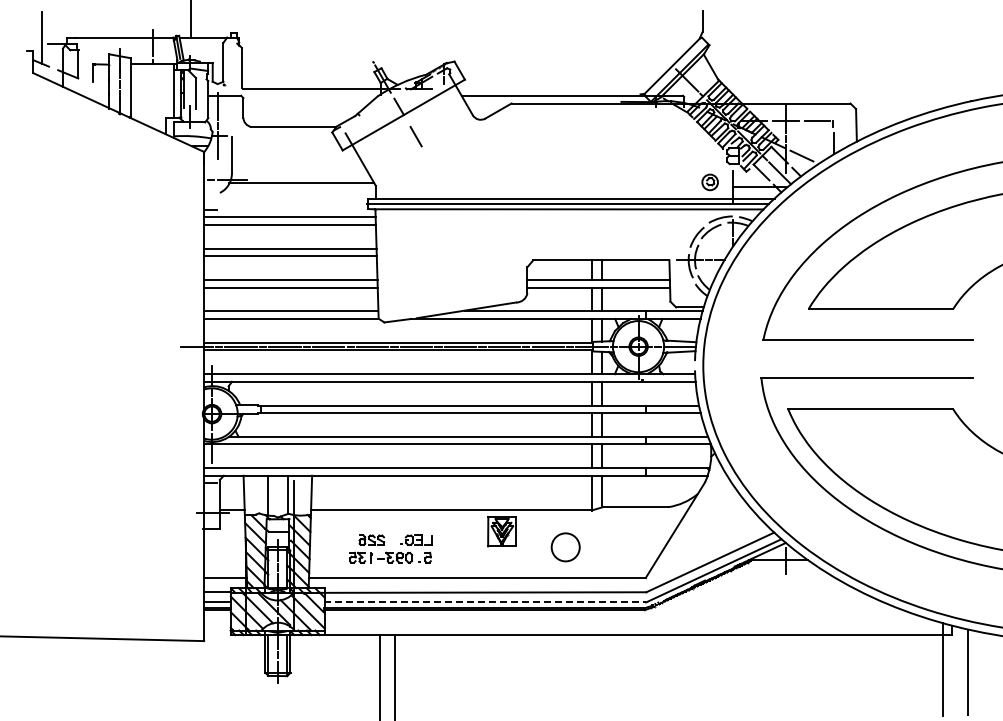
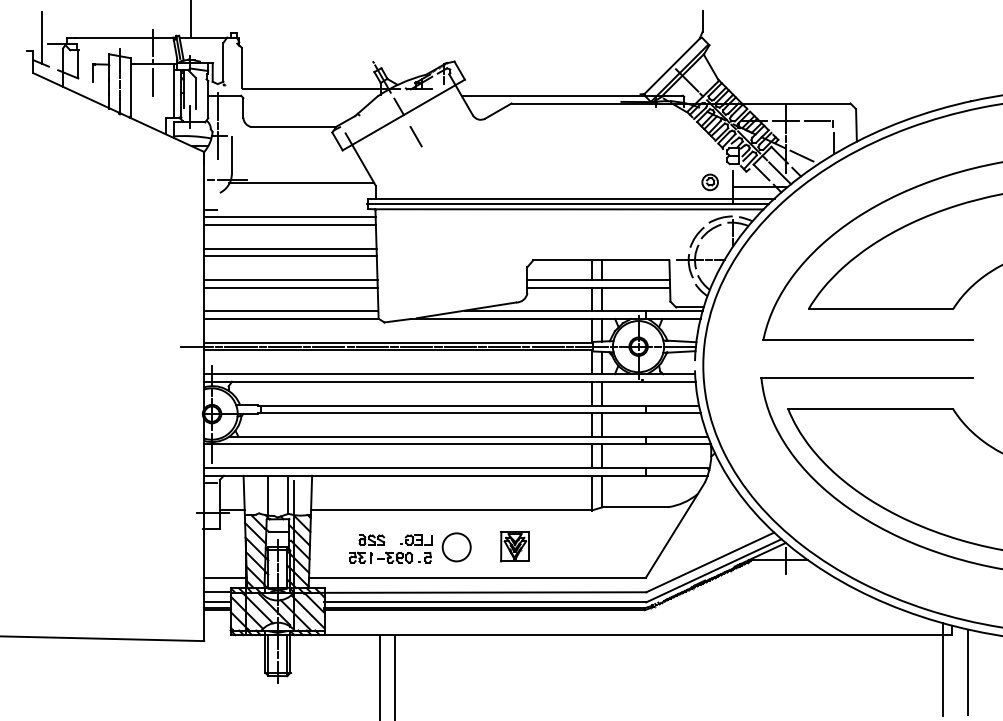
line at (152, 82): none -> present
part at (501, 531) position: (501, 531) -> (514, 546)
circle at (565, 547) position: (565, 547) -> (456, 547)
line at (485, 602): dashed -> solid
